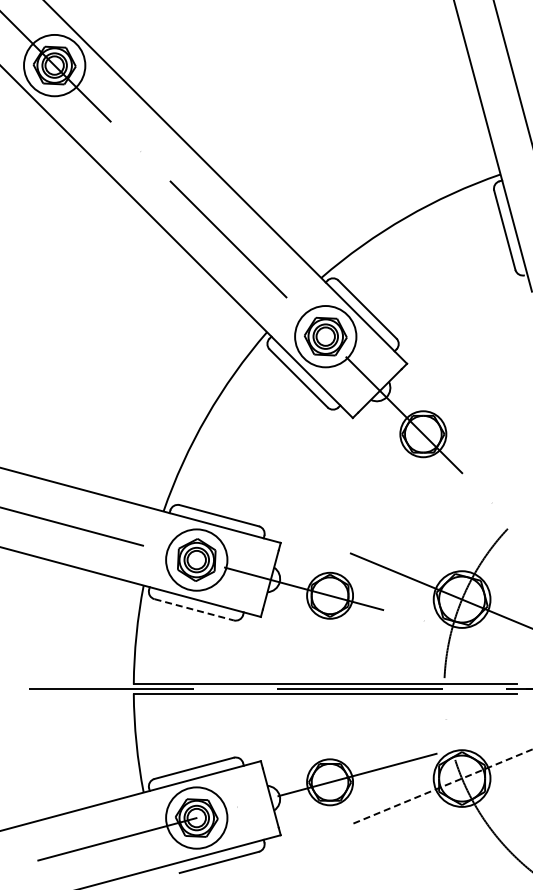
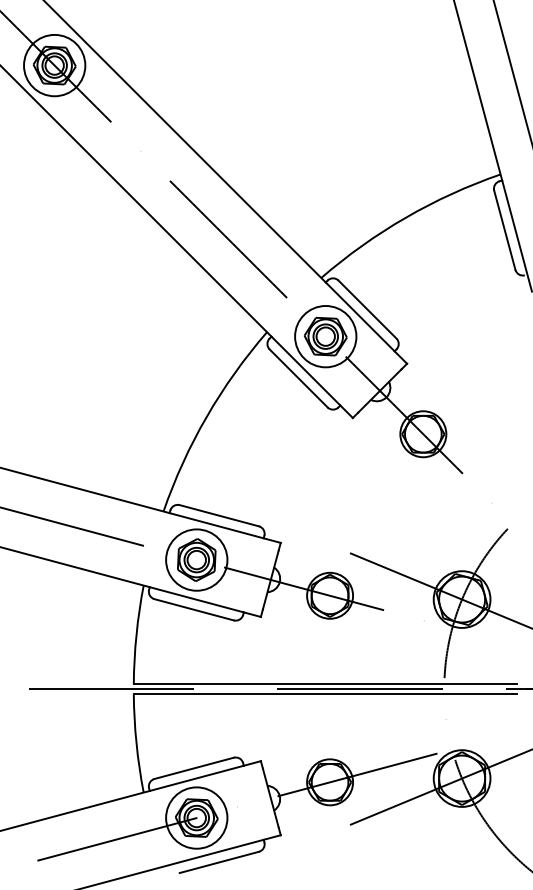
line at (194, 609): dashed -> solid
line at (441, 787): dashed -> solid
